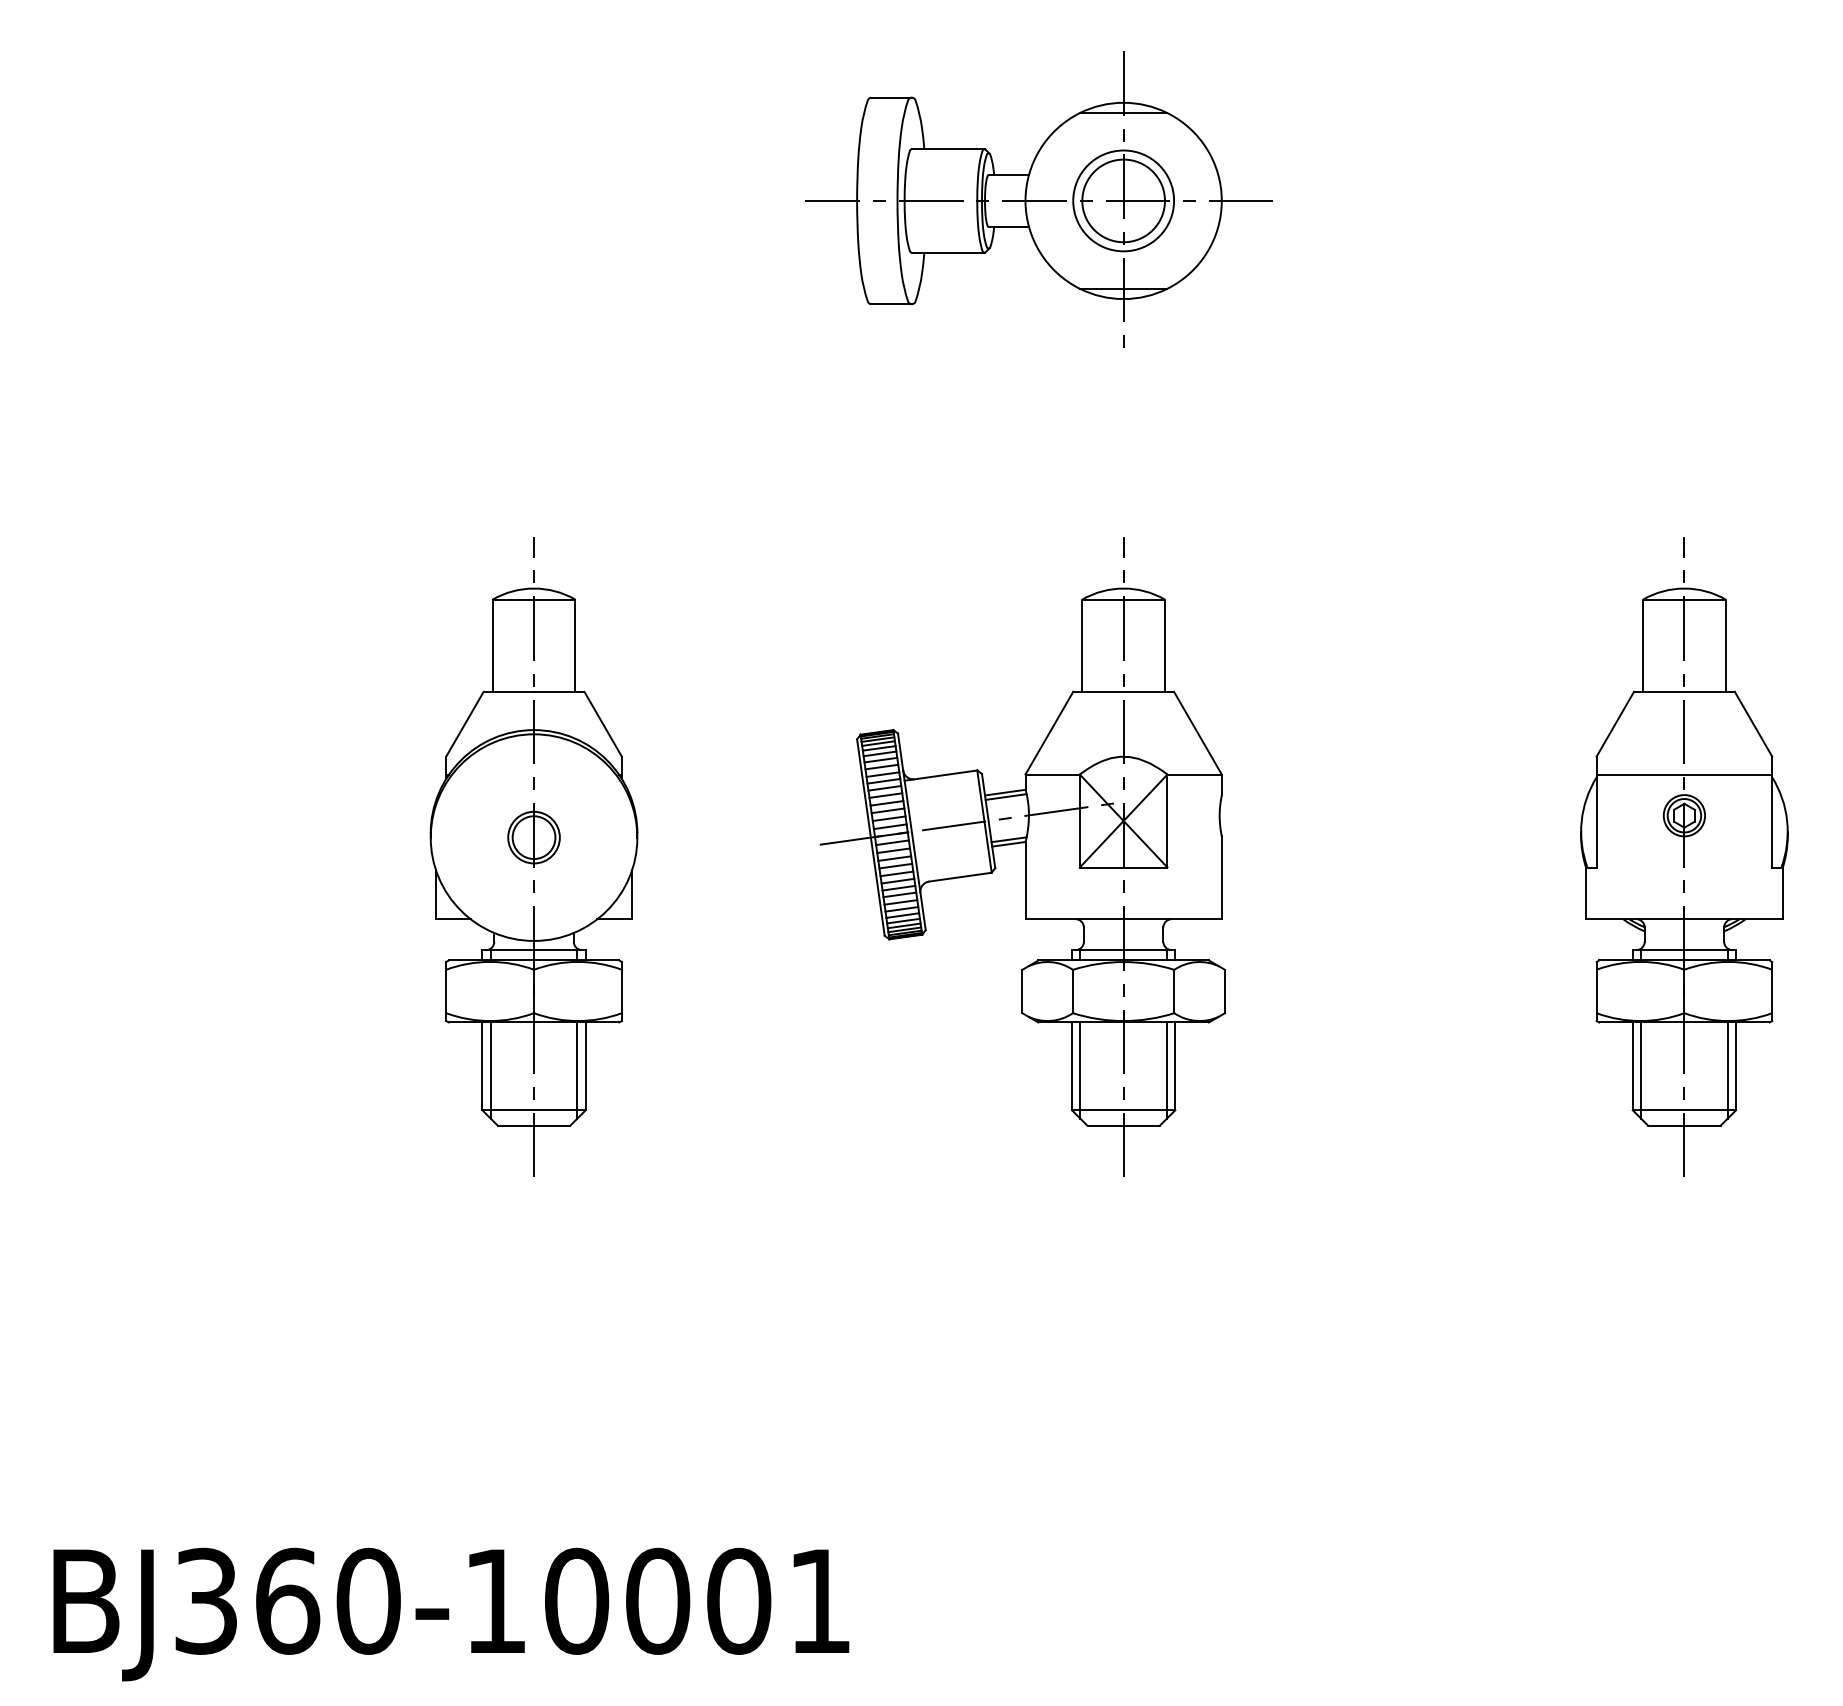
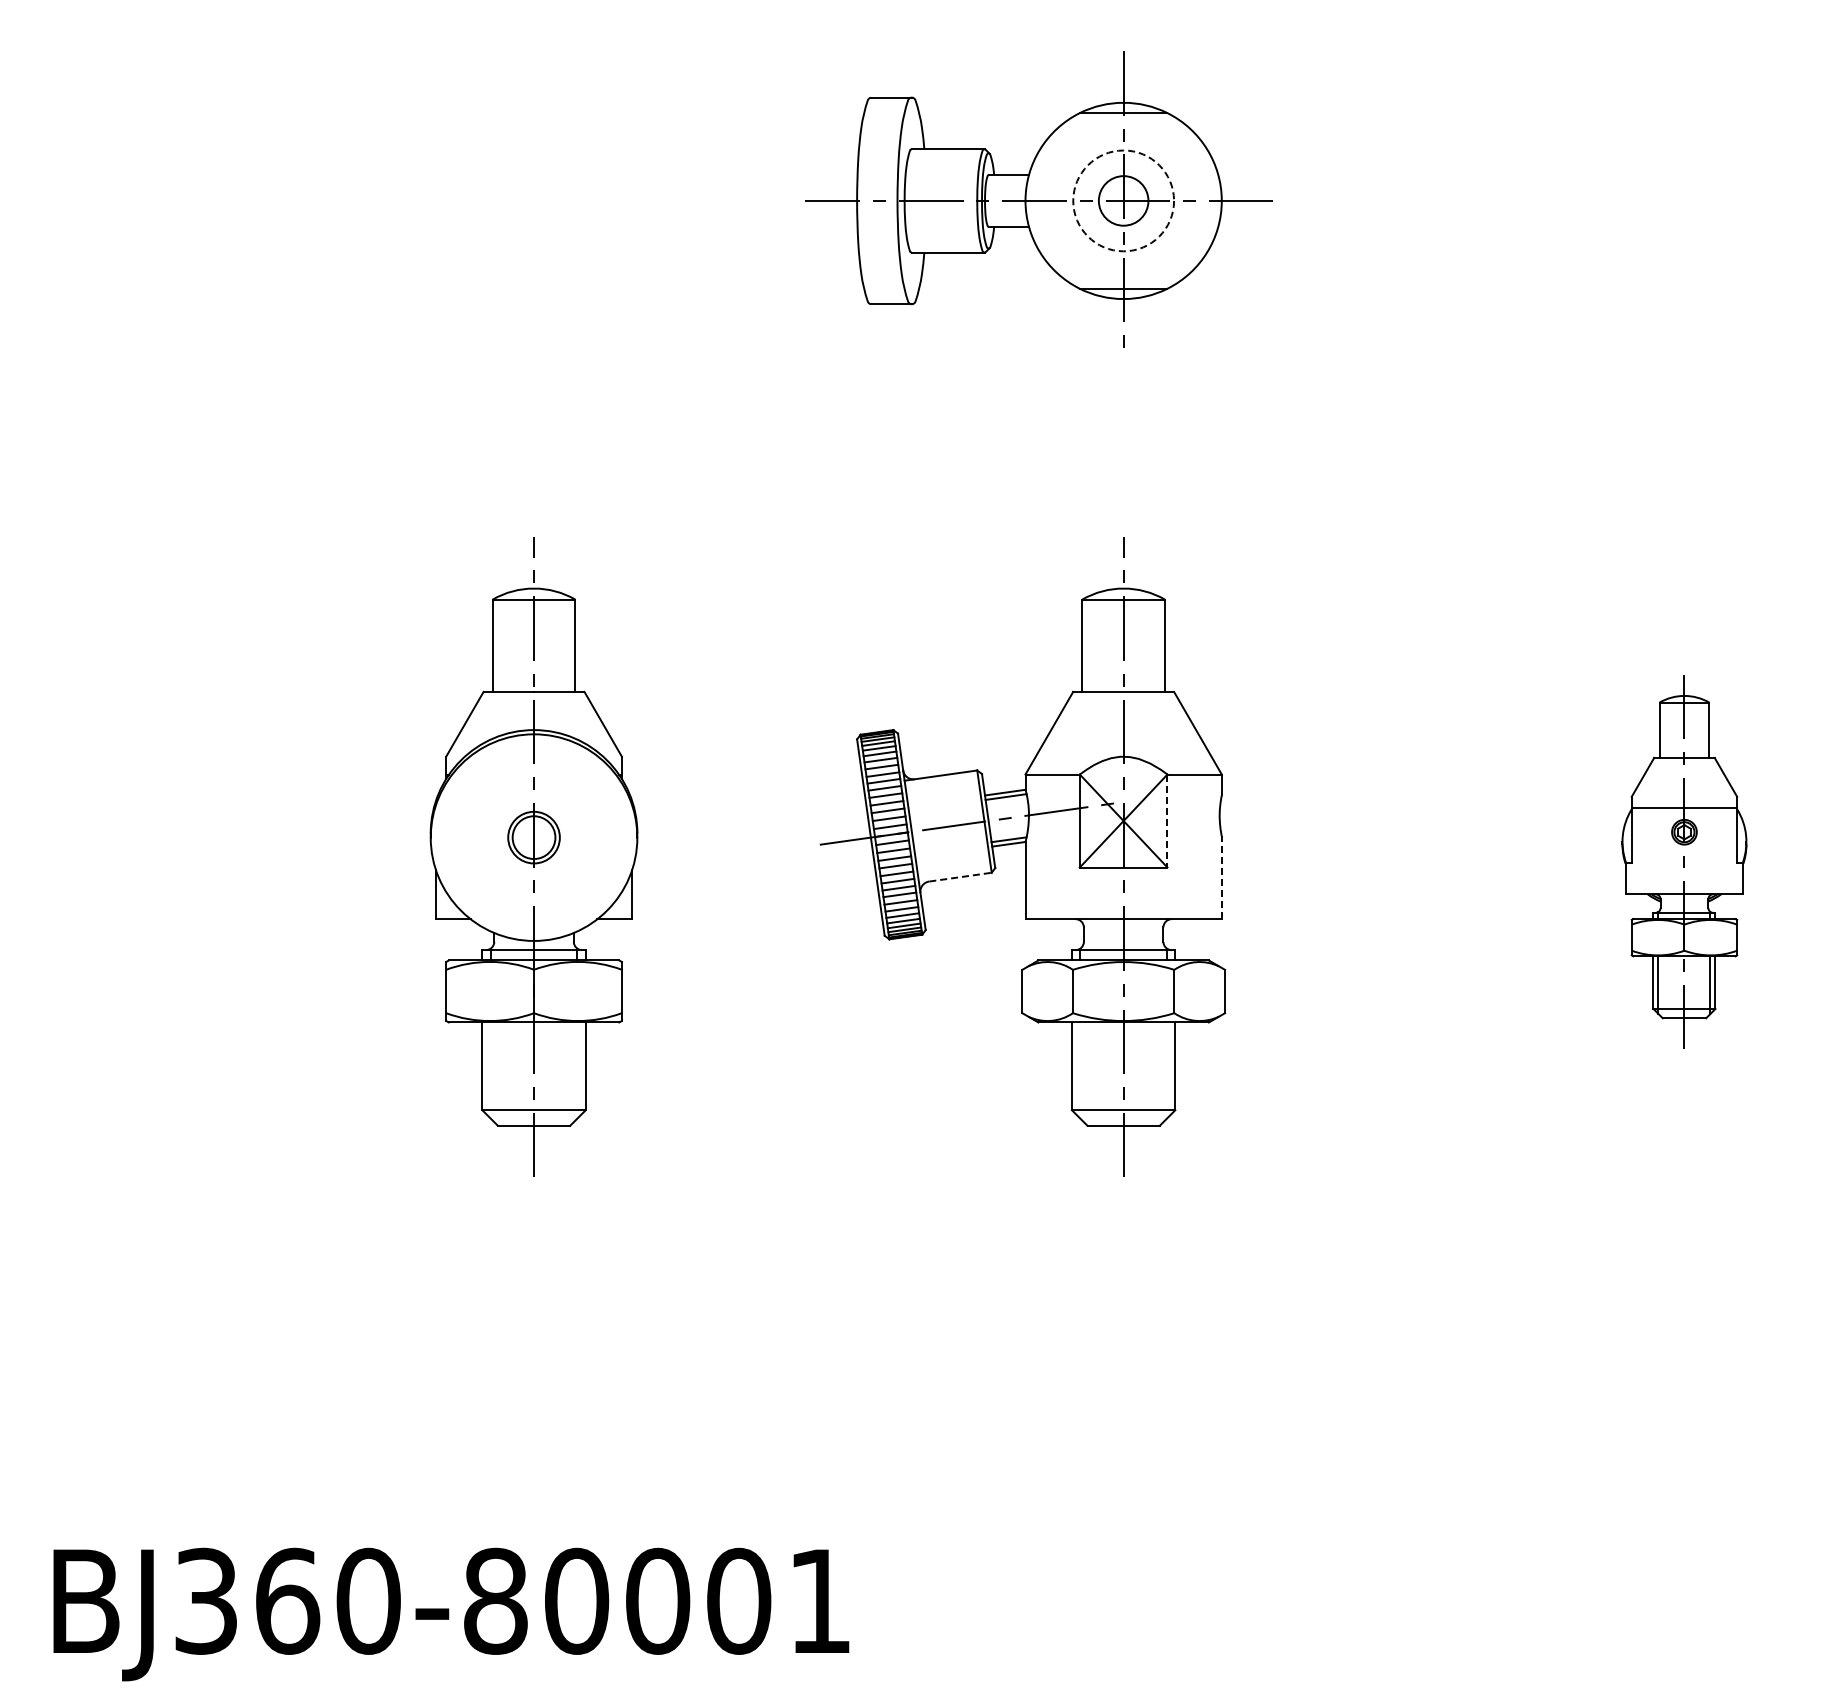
circle at (1123, 200) diameter: 83 px -> 50 px
circle at (1123, 200): solid -> dashed
line at (1167, 821): solid -> dashed
part at (1684, 856) size: 209x640 px -> 127x374 px
line at (960, 877): solid -> dashed
line at (1221, 877): solid -> dashed
line at (490, 1070): present -> none
line at (577, 1070): present -> none
line at (1080, 1070): present -> none
line at (1166, 1070): present -> none
text at (495, 1600): BJ360-10001 -> BJ360-80001
